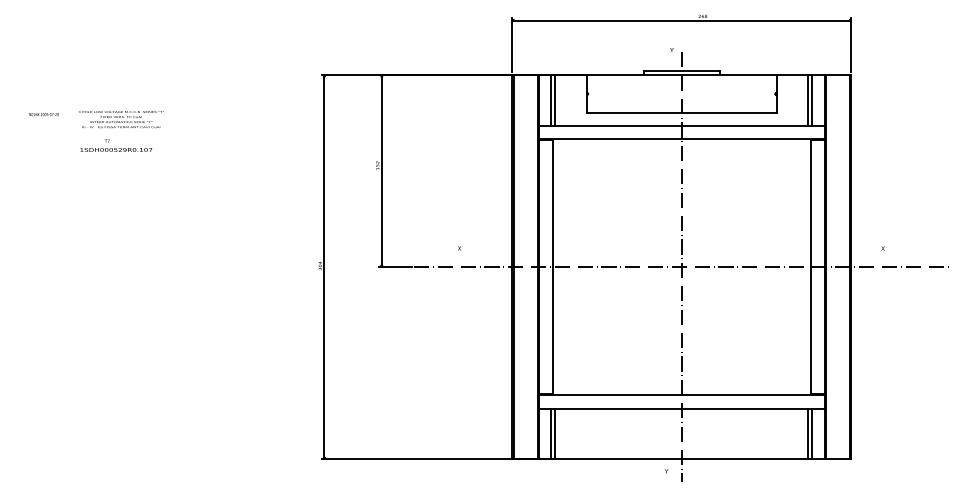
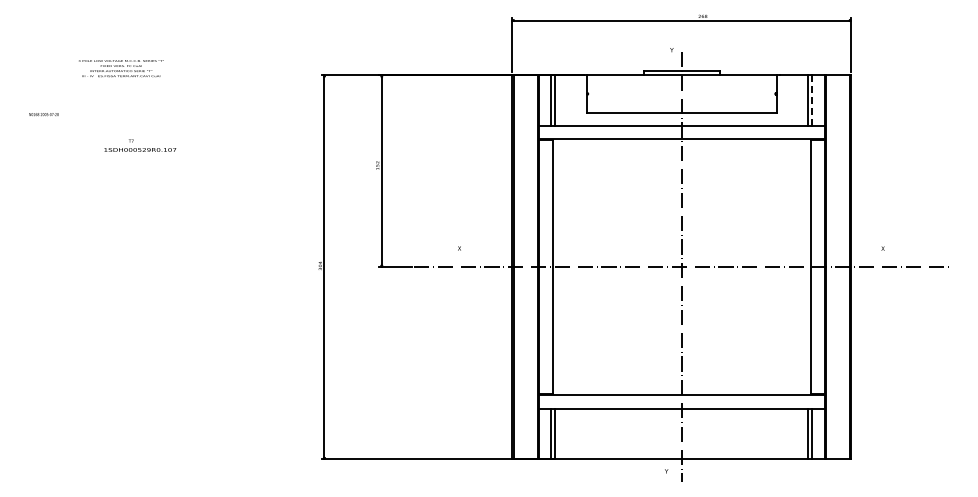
line at (812, 99): solid -> dashed
text at (121, 119) position: (121, 119) -> (121, 68)
text at (116, 145) position: (116, 145) -> (140, 145)
